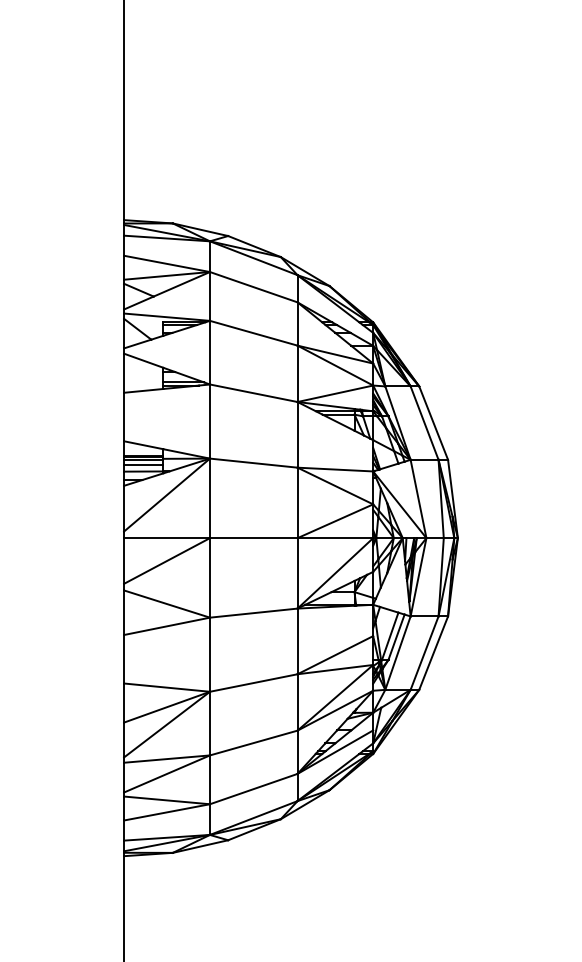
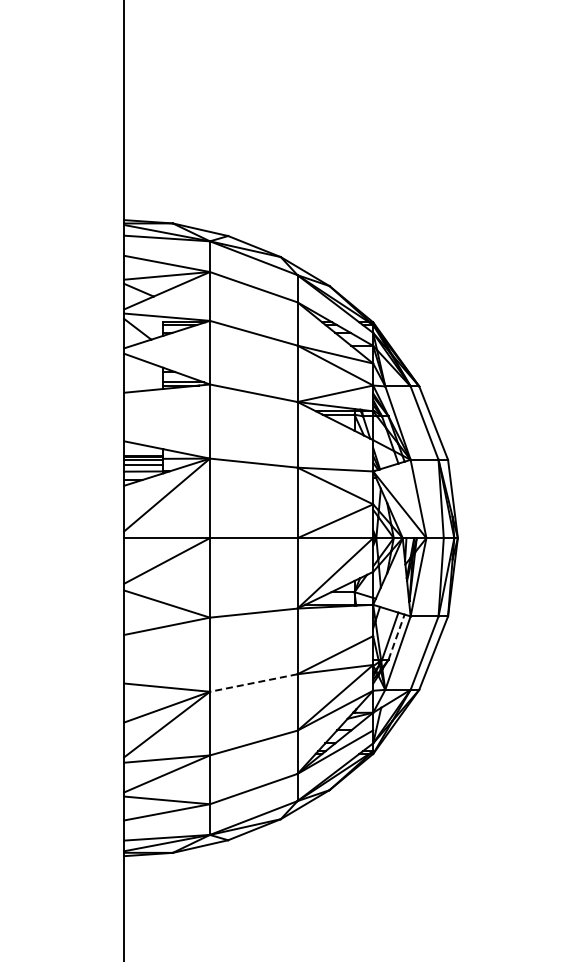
line at (396, 636): solid -> dashed
line at (253, 683): solid -> dashed
